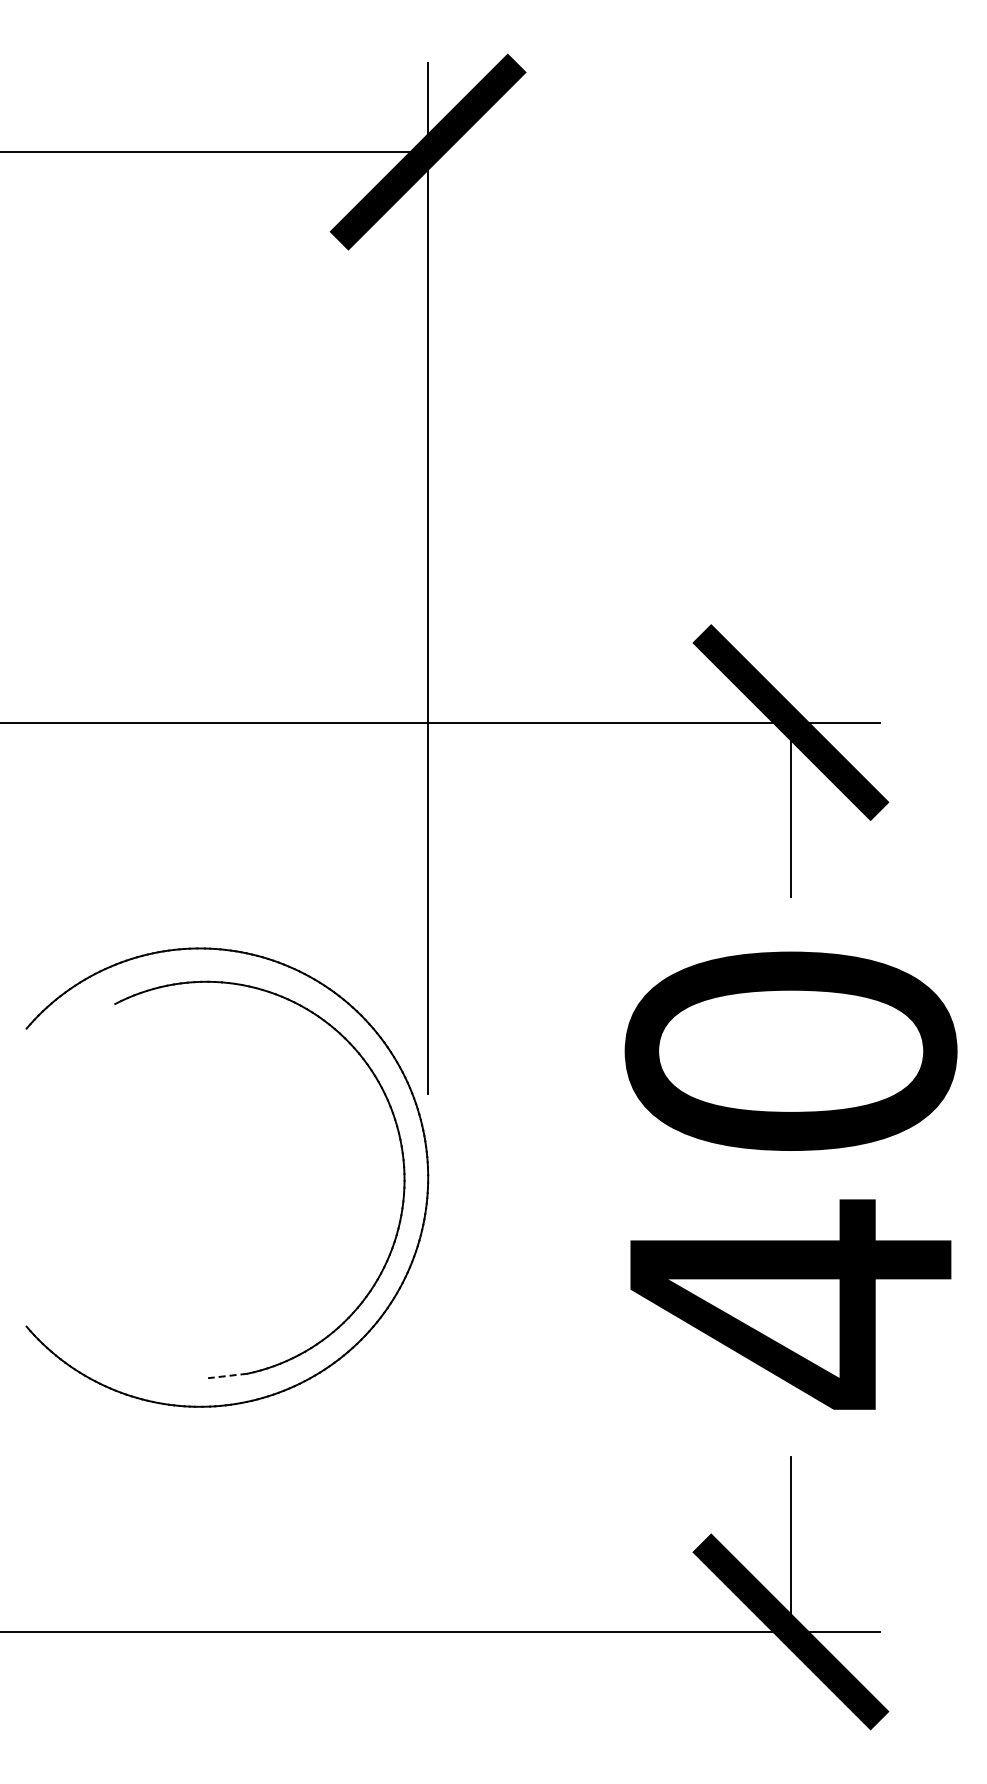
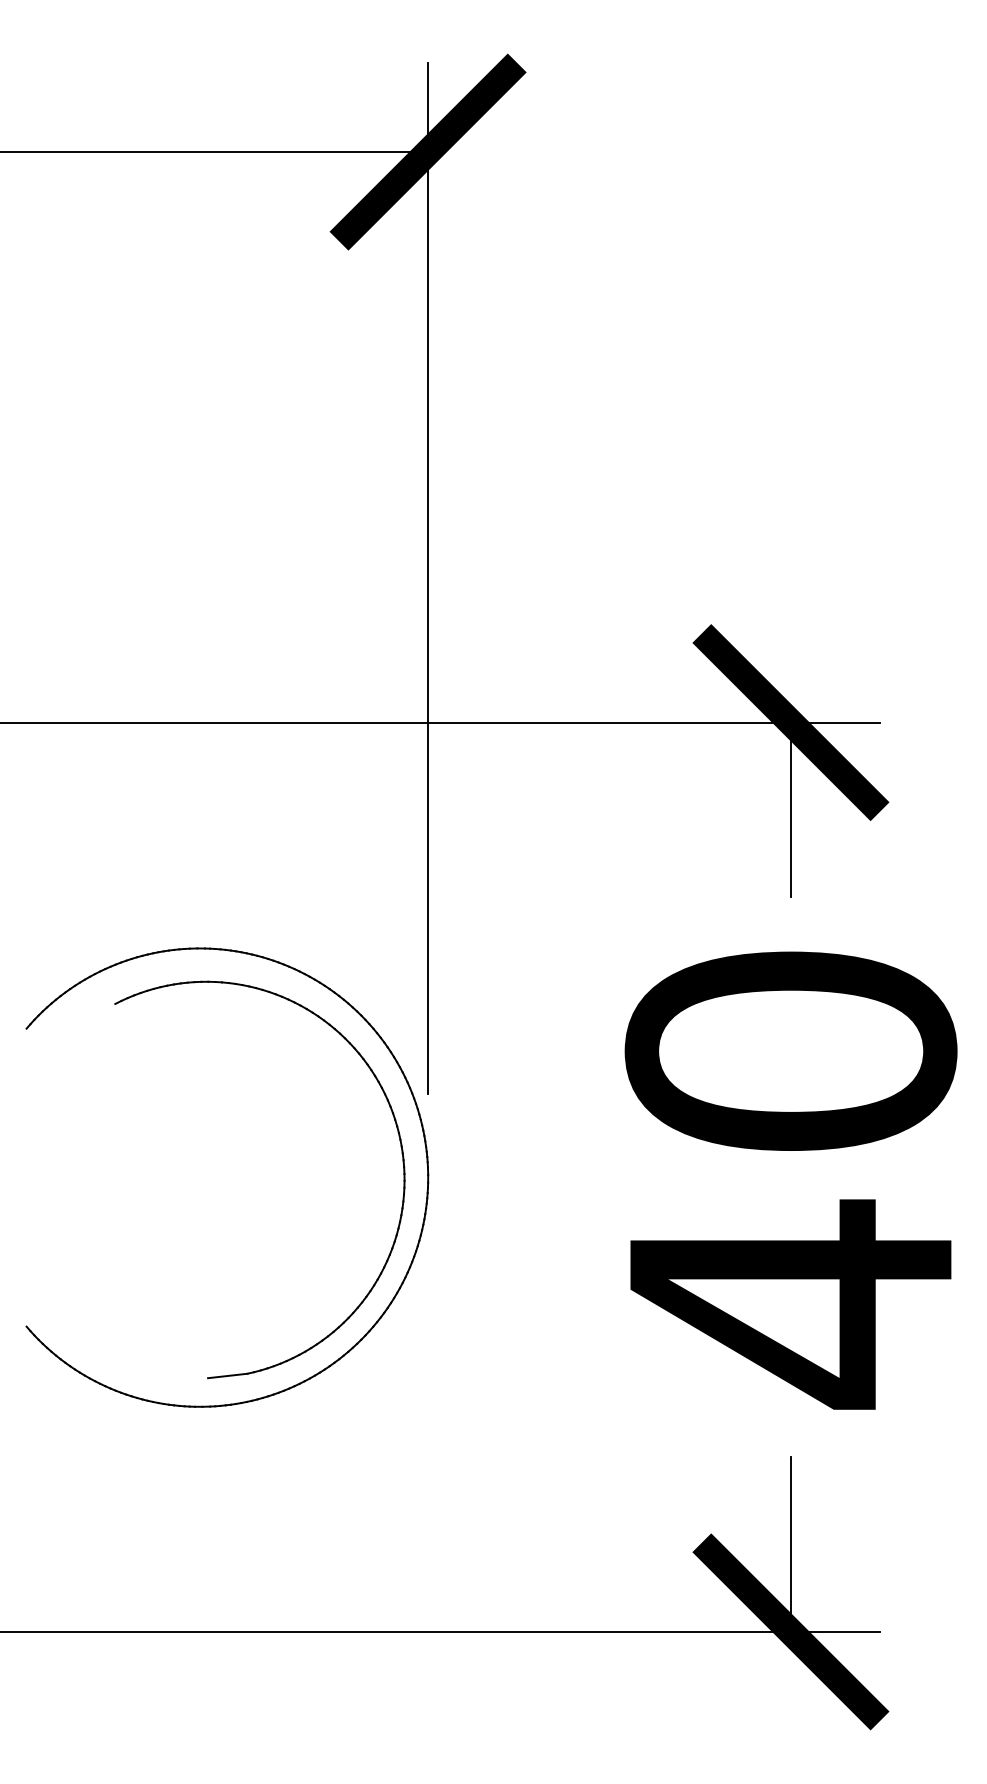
line at (227, 1375): dashed -> solid
